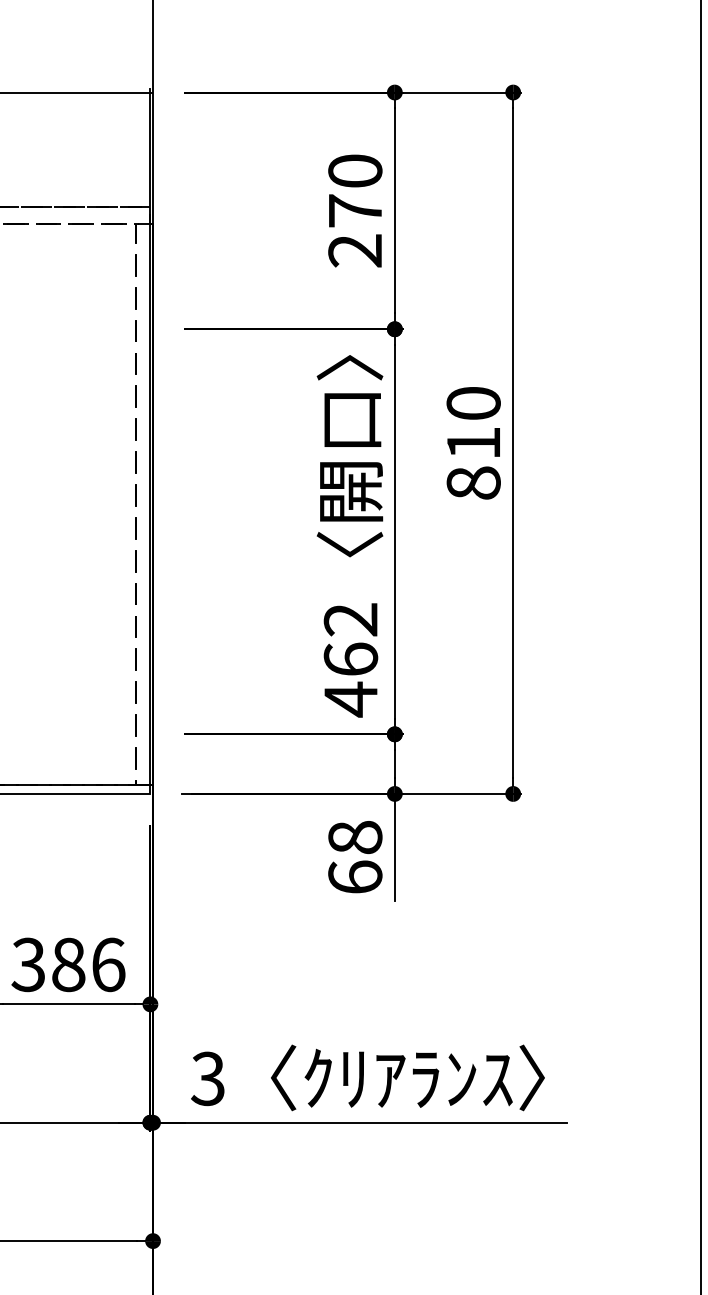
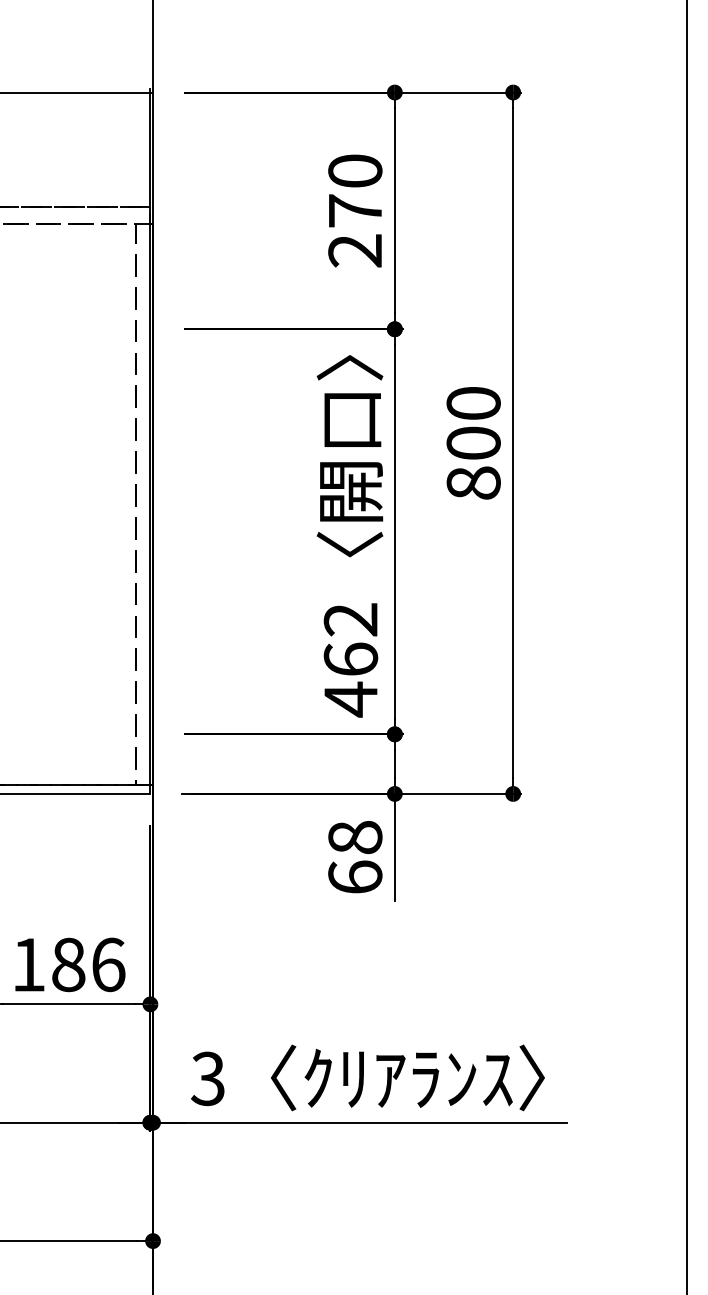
text at (473, 442): 810 -> 800
line at (700, 646) position: (700, 646) -> (686, 646)
text at (27, 964): 386 -> 186
